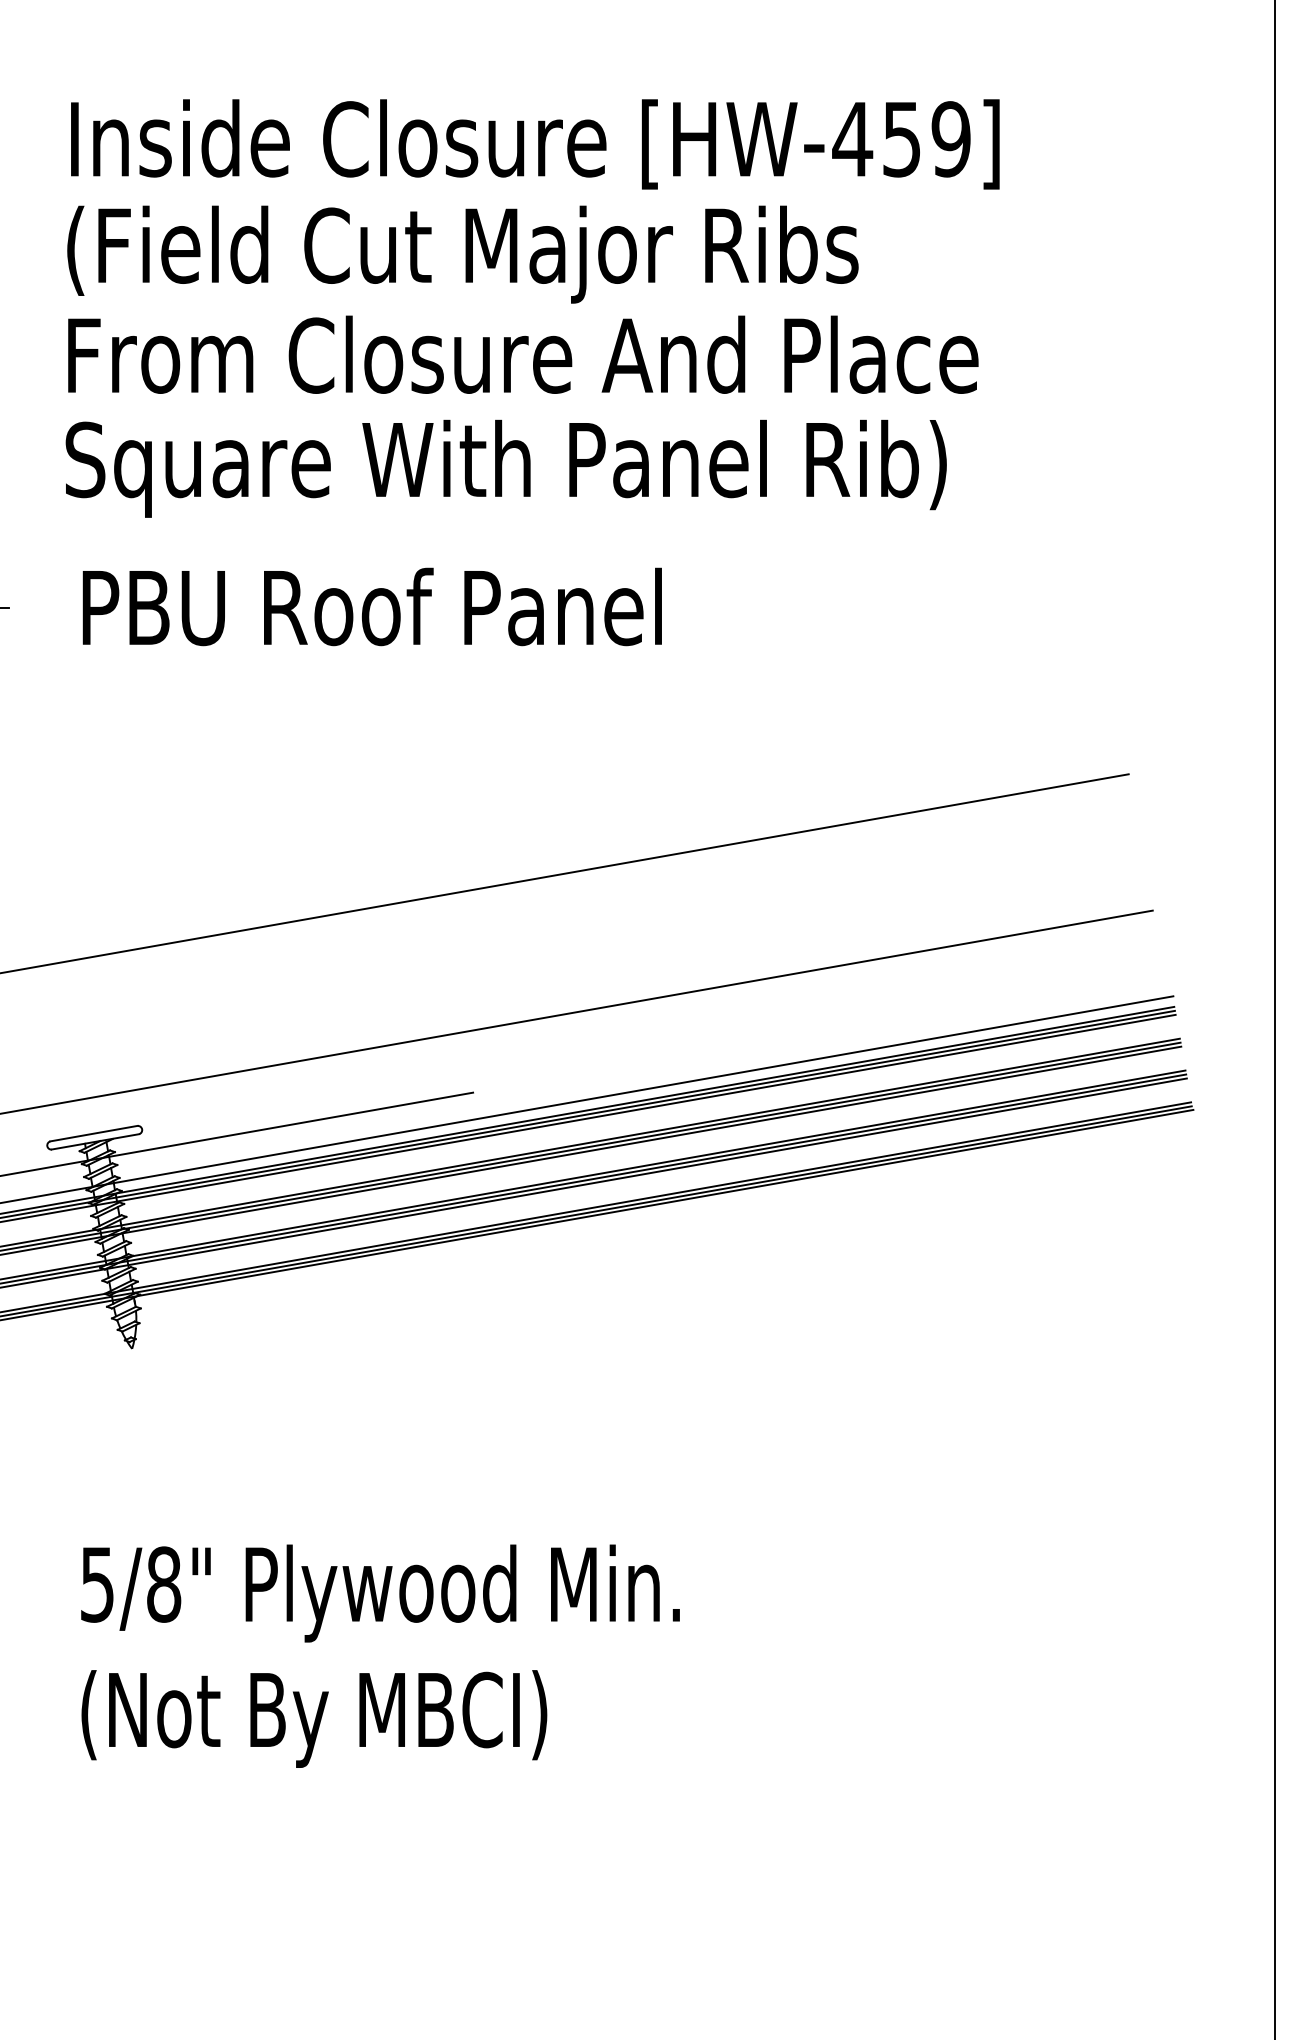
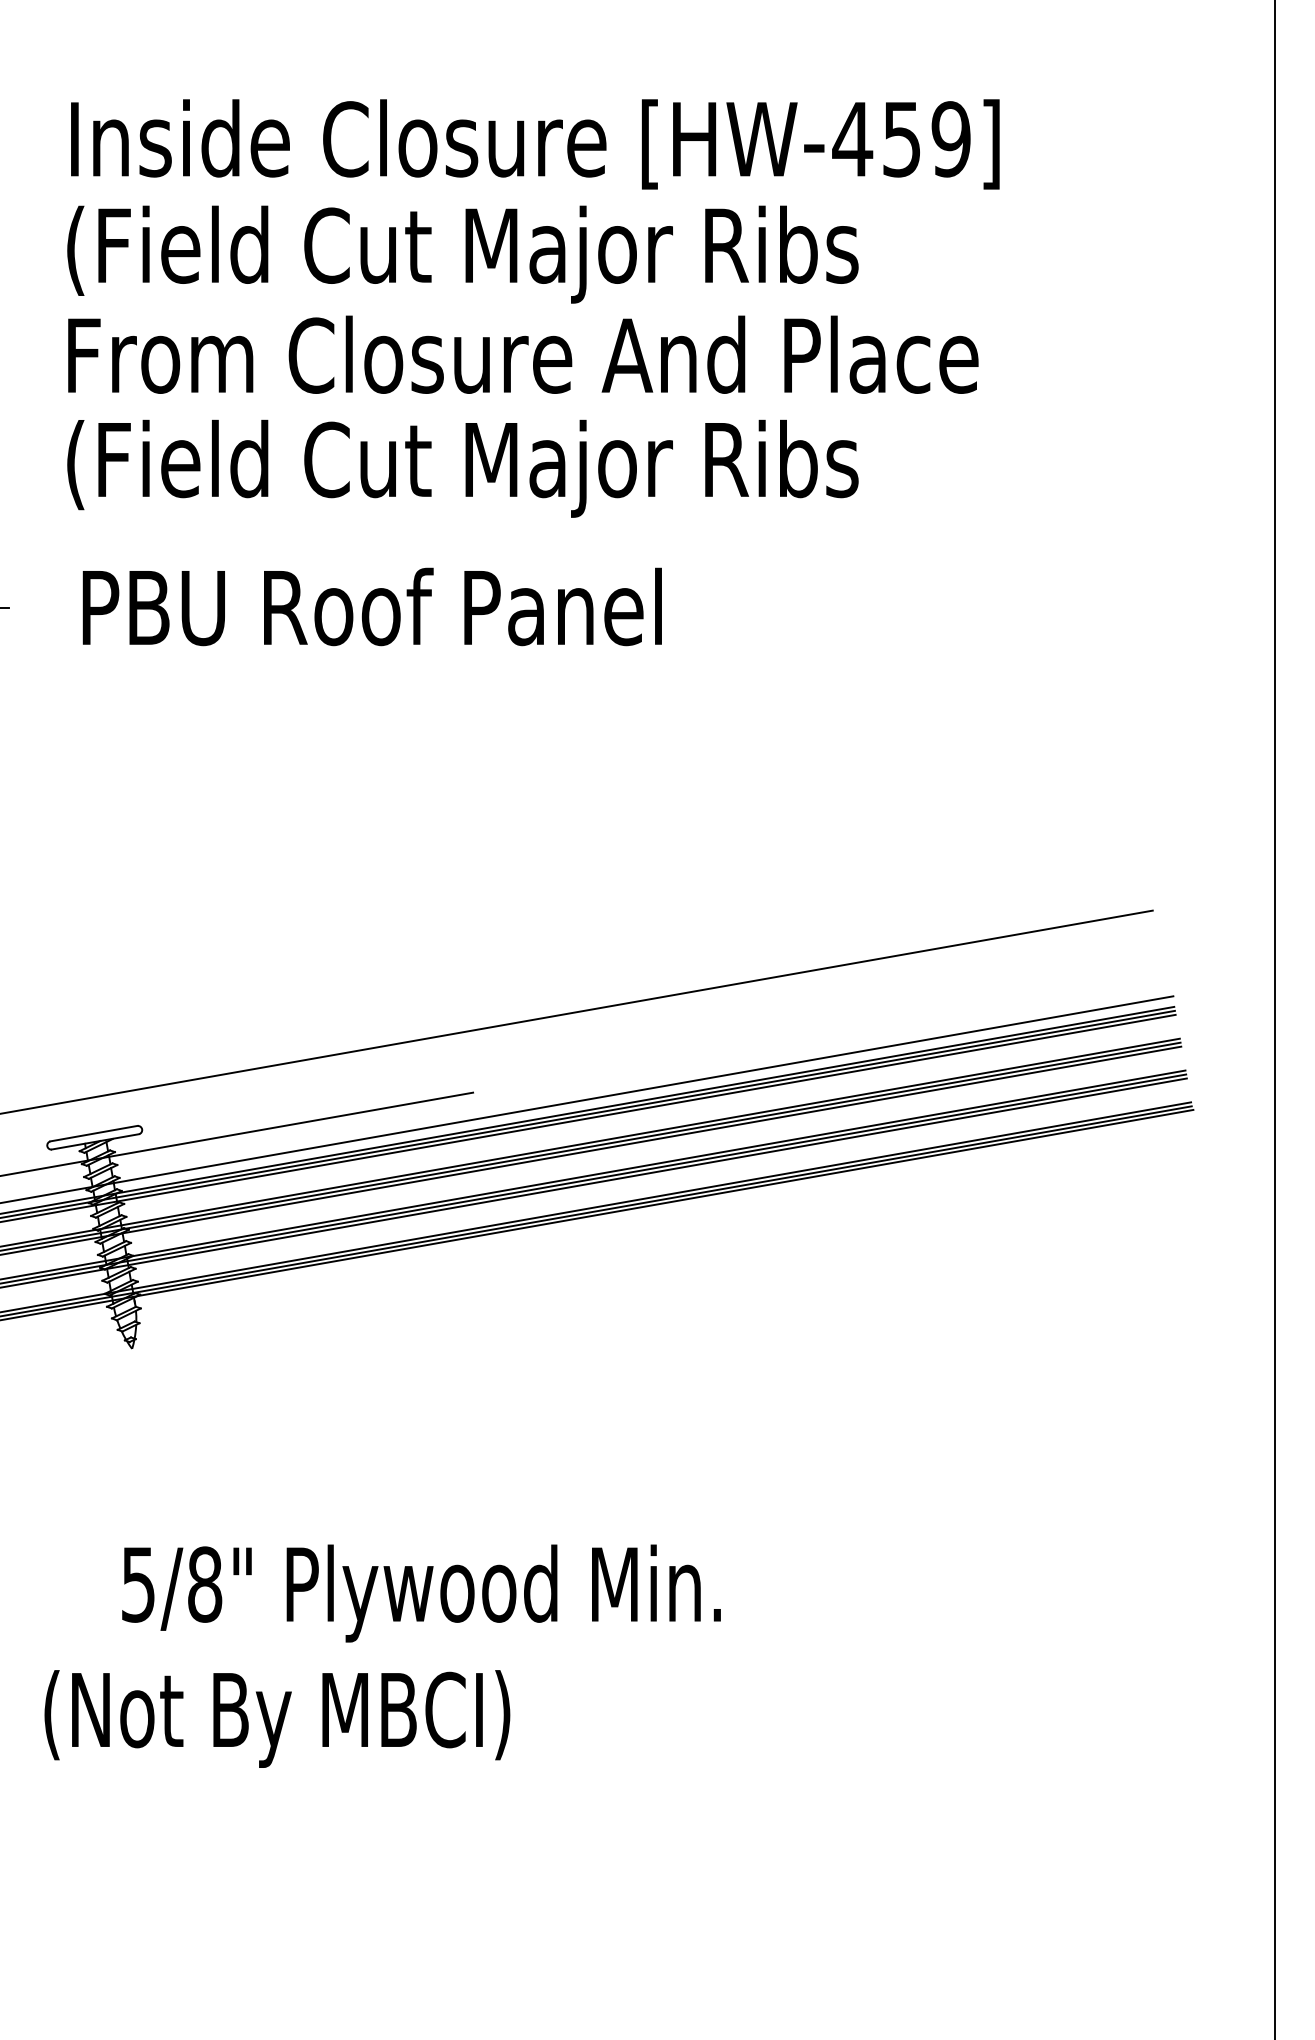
text at (505, 468): Square With Panel Rib) -> (Field Cut Major Ribs
line at (565, 873): present -> none
text at (380, 1593) position: (380, 1593) -> (421, 1593)
text at (314, 1718) position: (314, 1718) -> (277, 1718)
